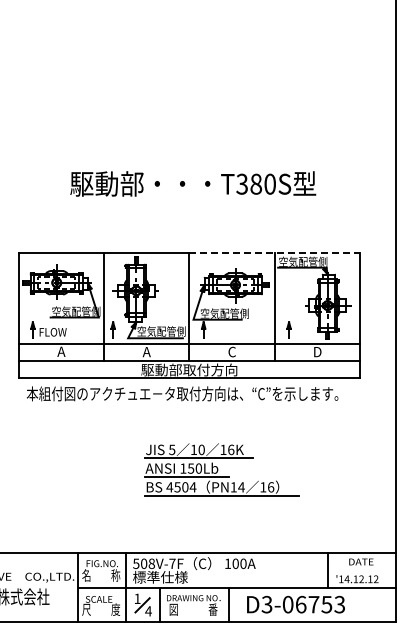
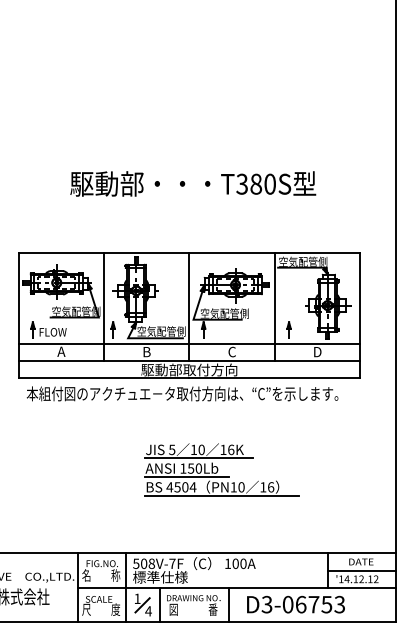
line at (275, 252): dashed -> solid
text at (146, 352): A -> B
text at (241, 487): PN14 -> PN10
line at (361, 570): none -> present
